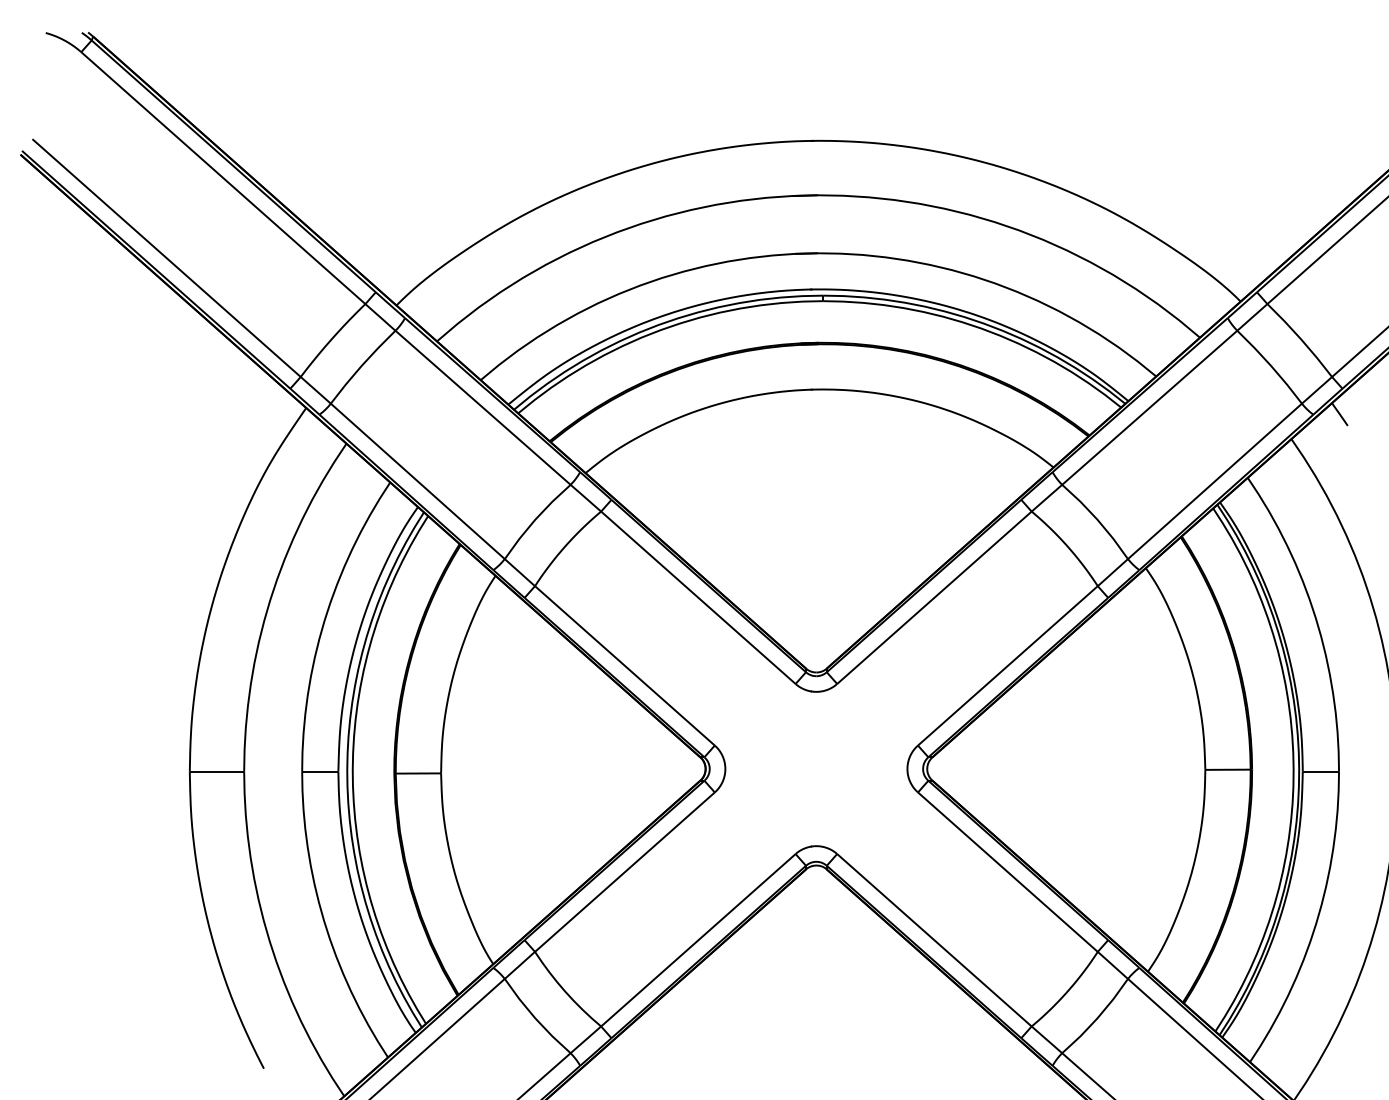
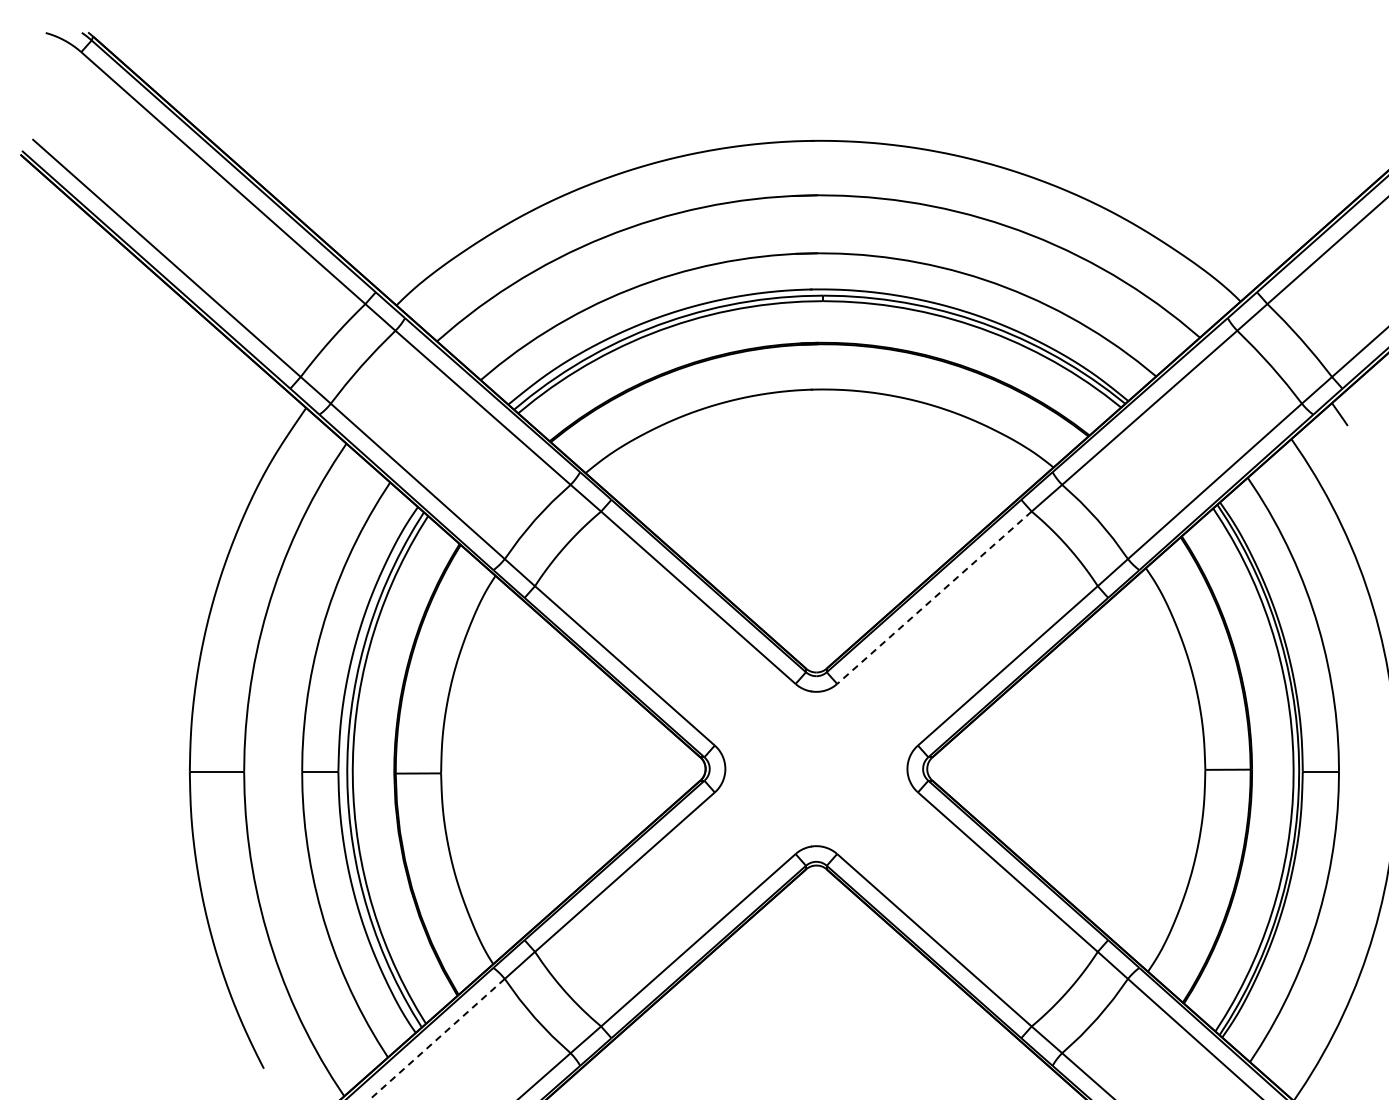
line at (934, 597): solid -> dashed
line at (437, 1039): solid -> dashed
